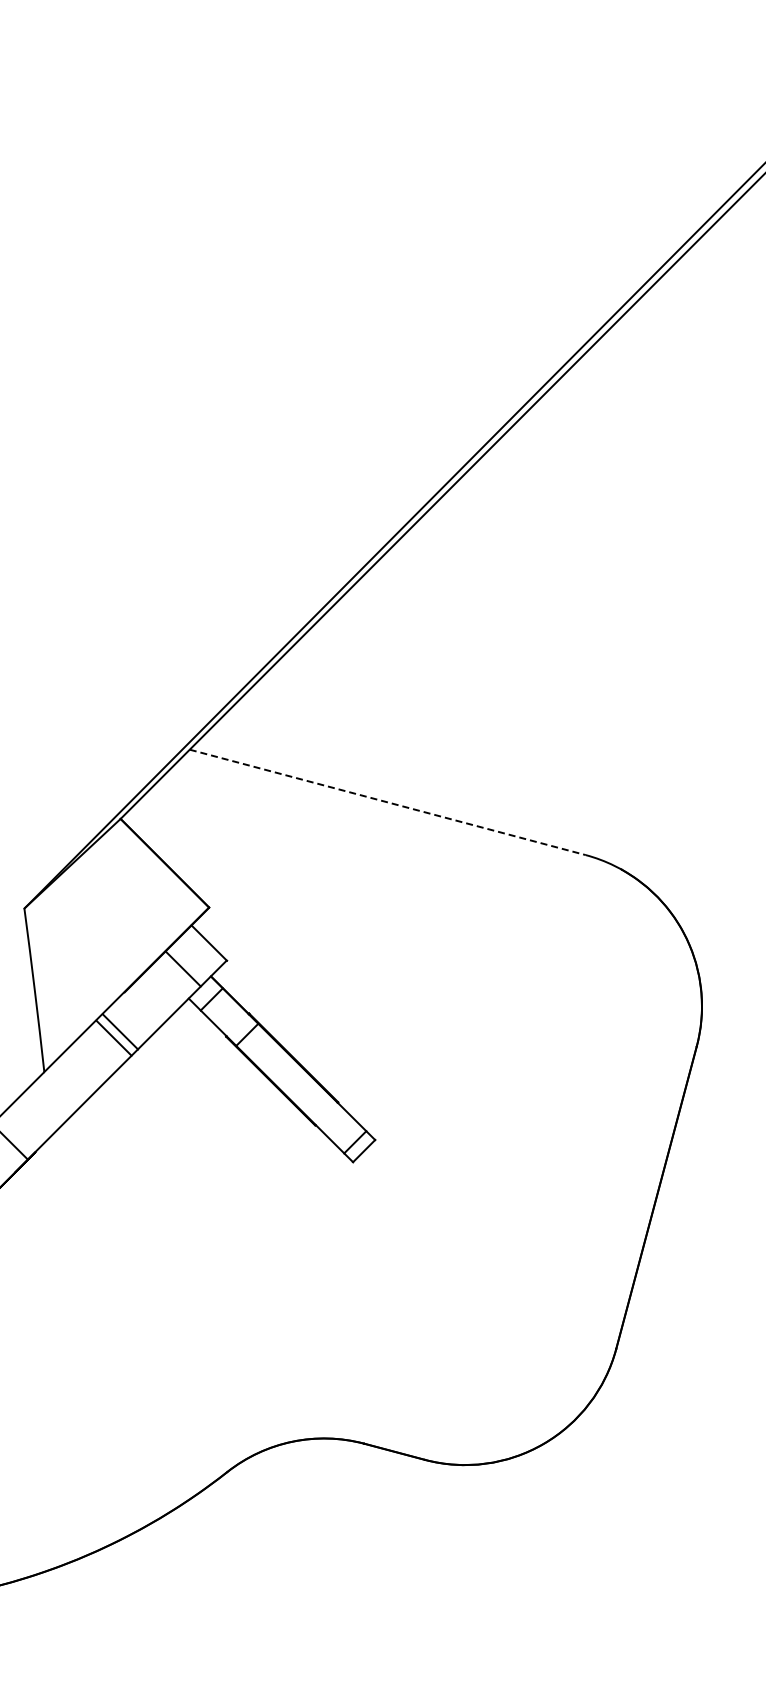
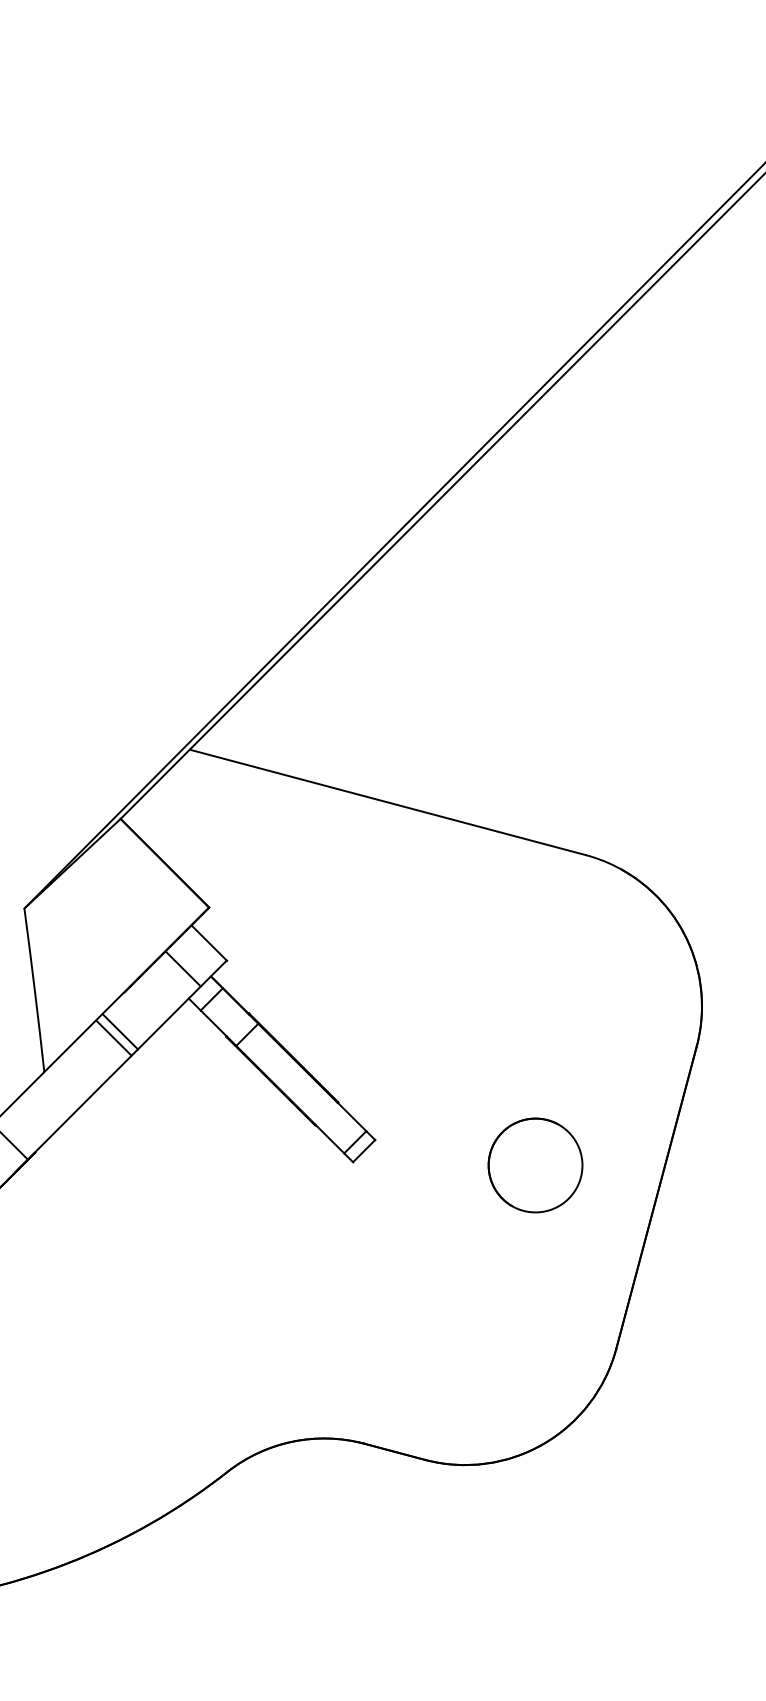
line at (387, 802): dashed -> solid
part at (535, 1165): none -> present
